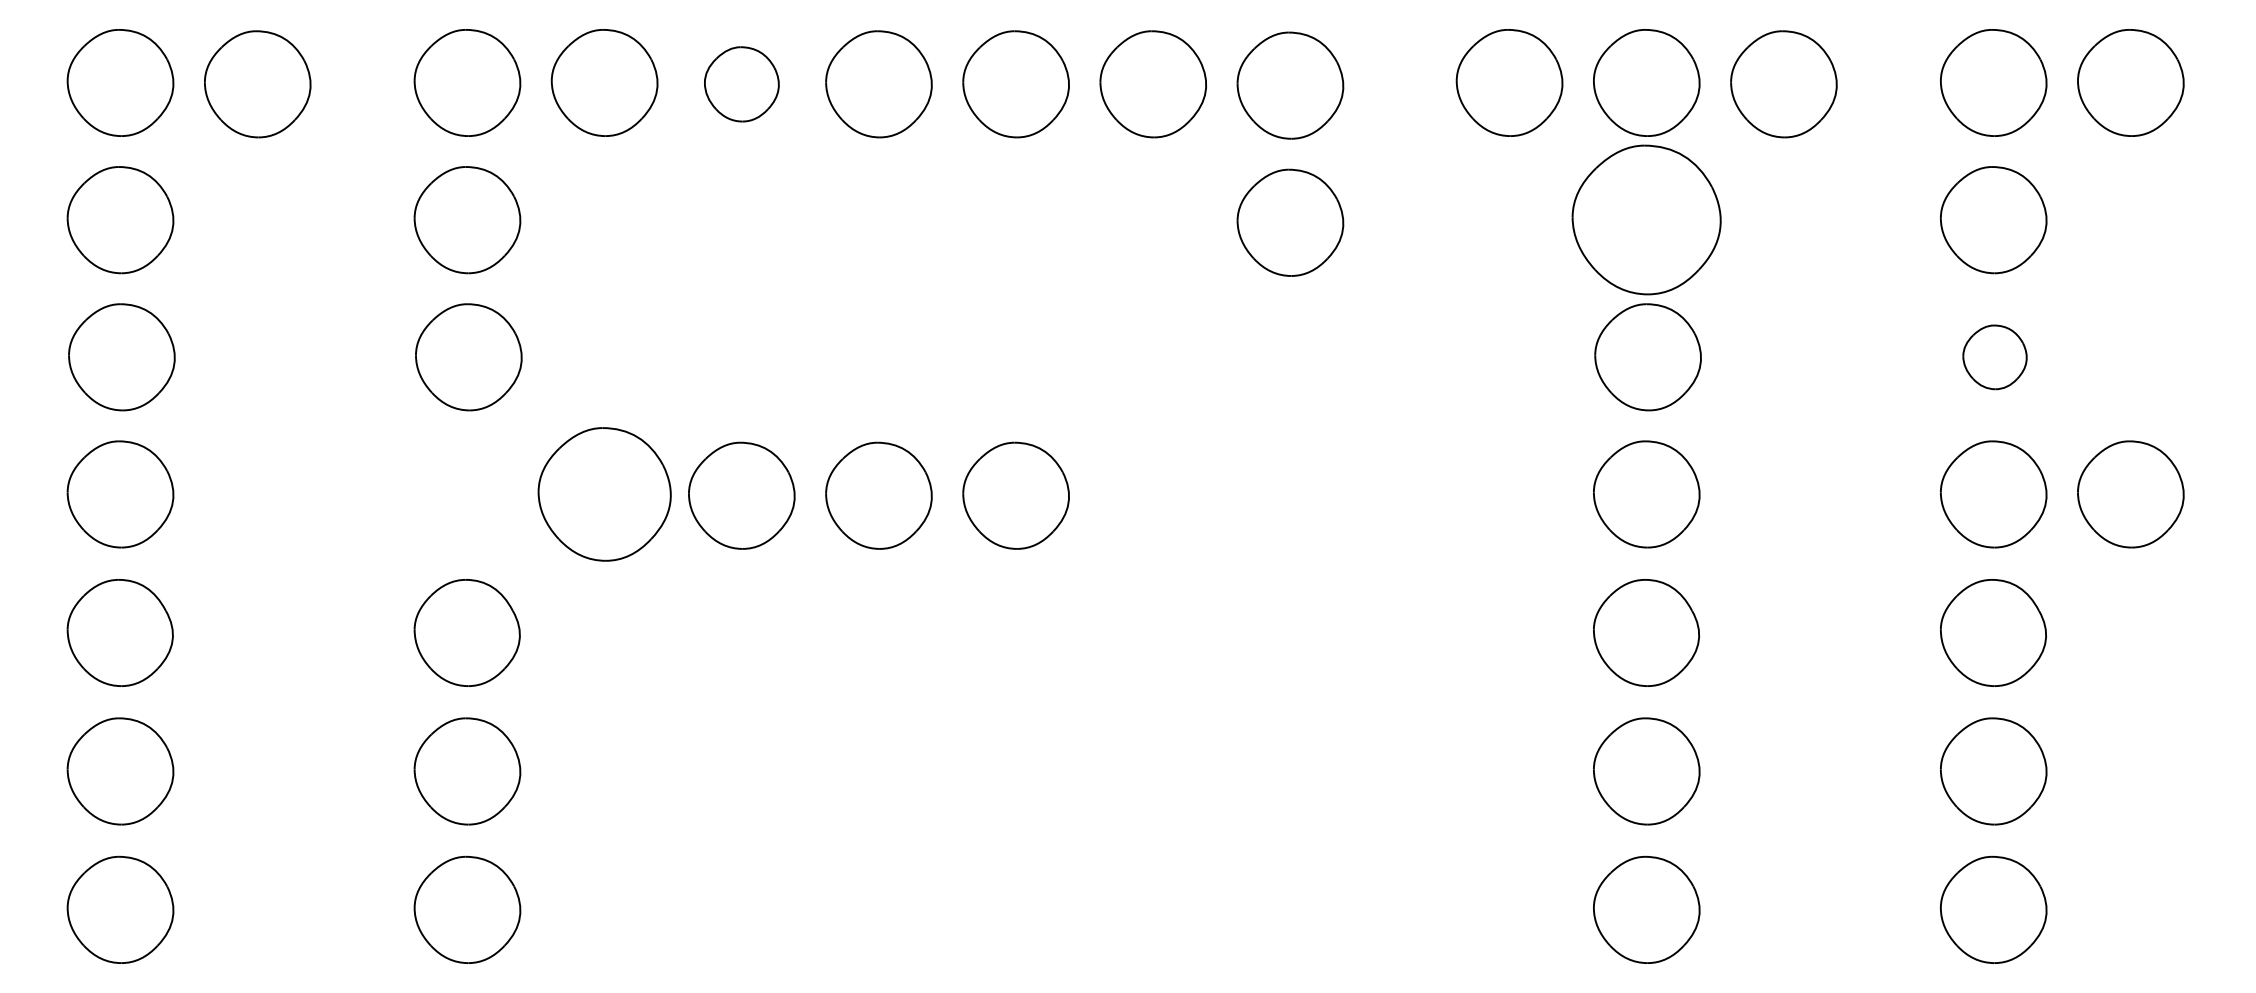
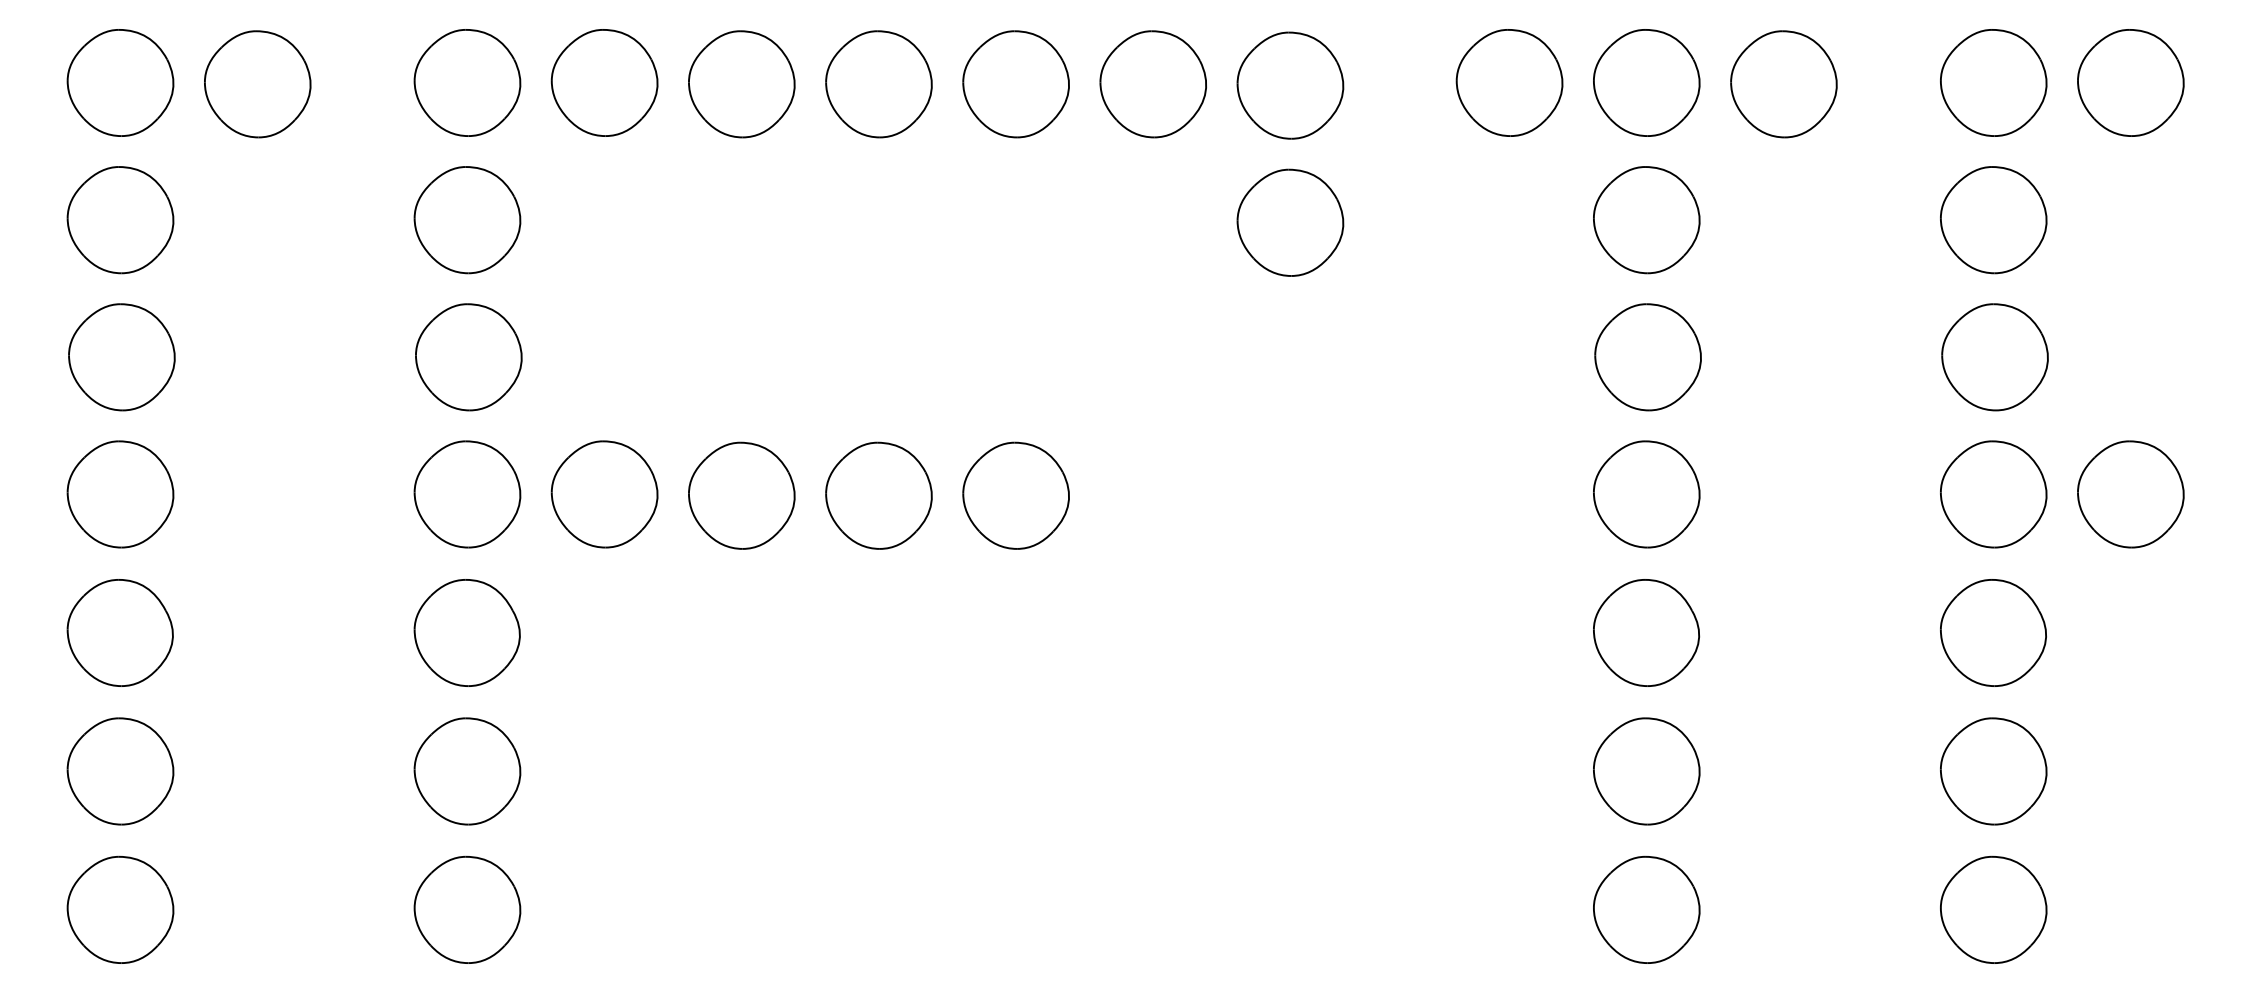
part at (741, 84) size: 76x77 px -> 108x109 px
part at (1646, 219) size: 151x152 px -> 108x109 px
part at (1994, 357) size: 66x67 px -> 108x109 px
part at (467, 494): none -> present
part at (604, 494) size: 135x135 px -> 109x109 px
